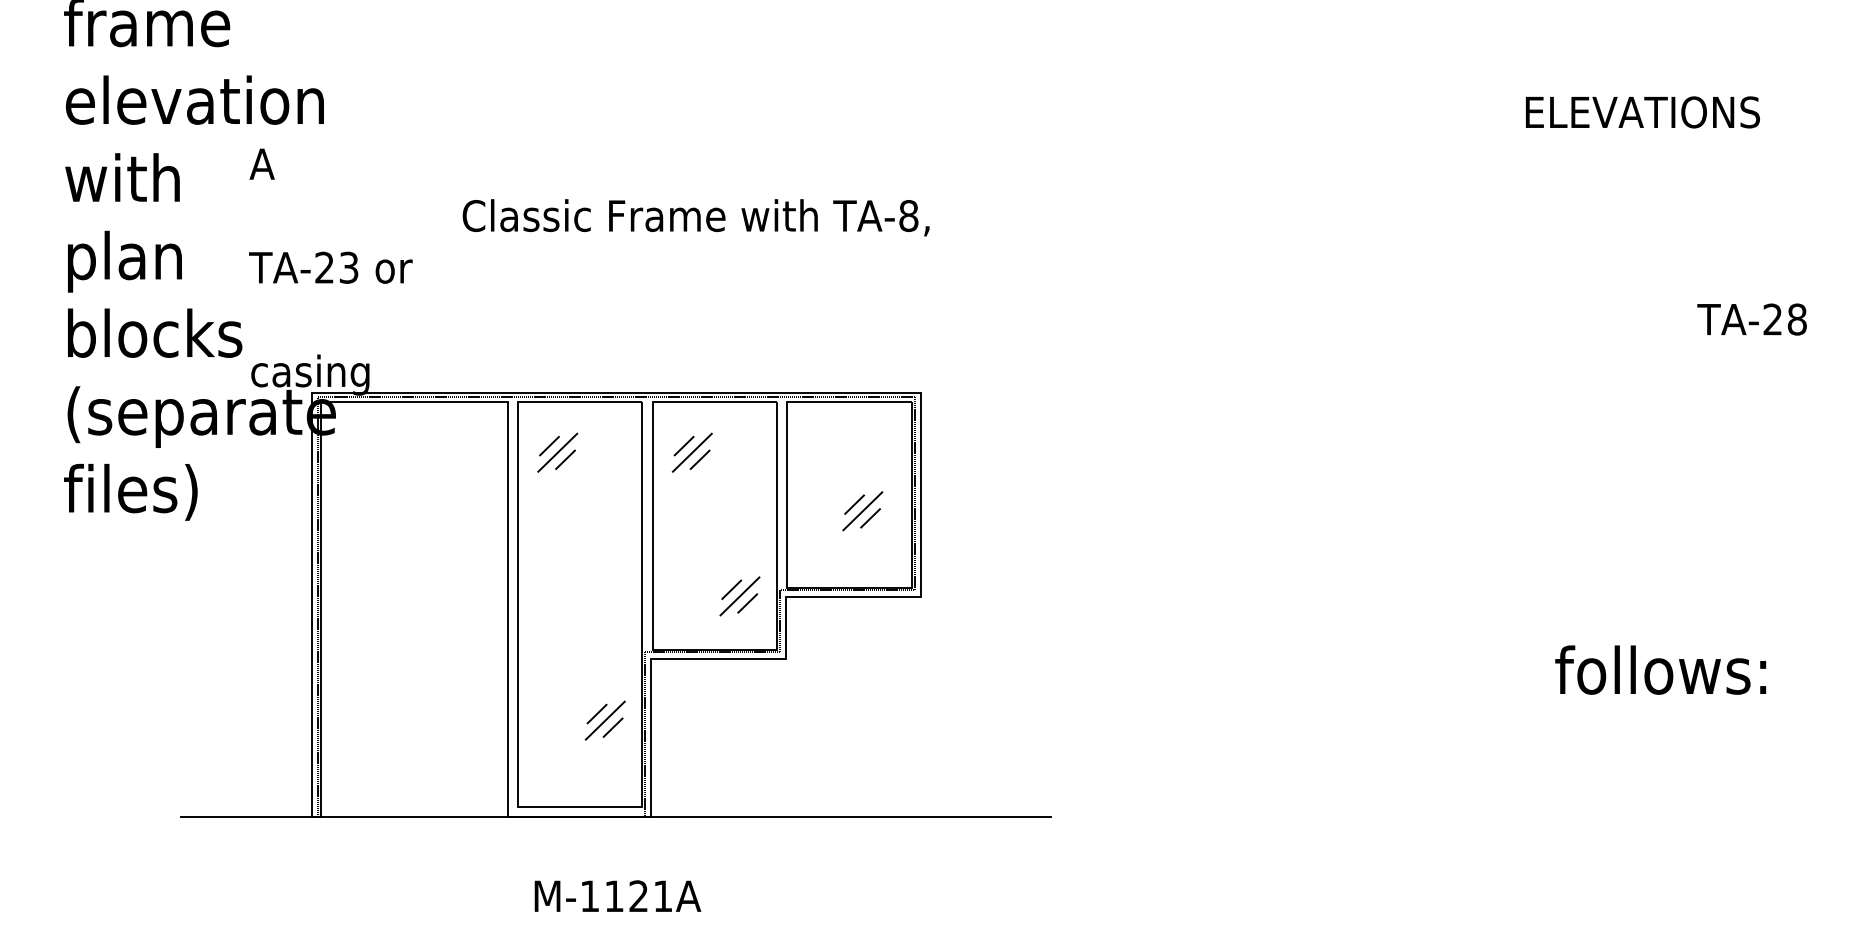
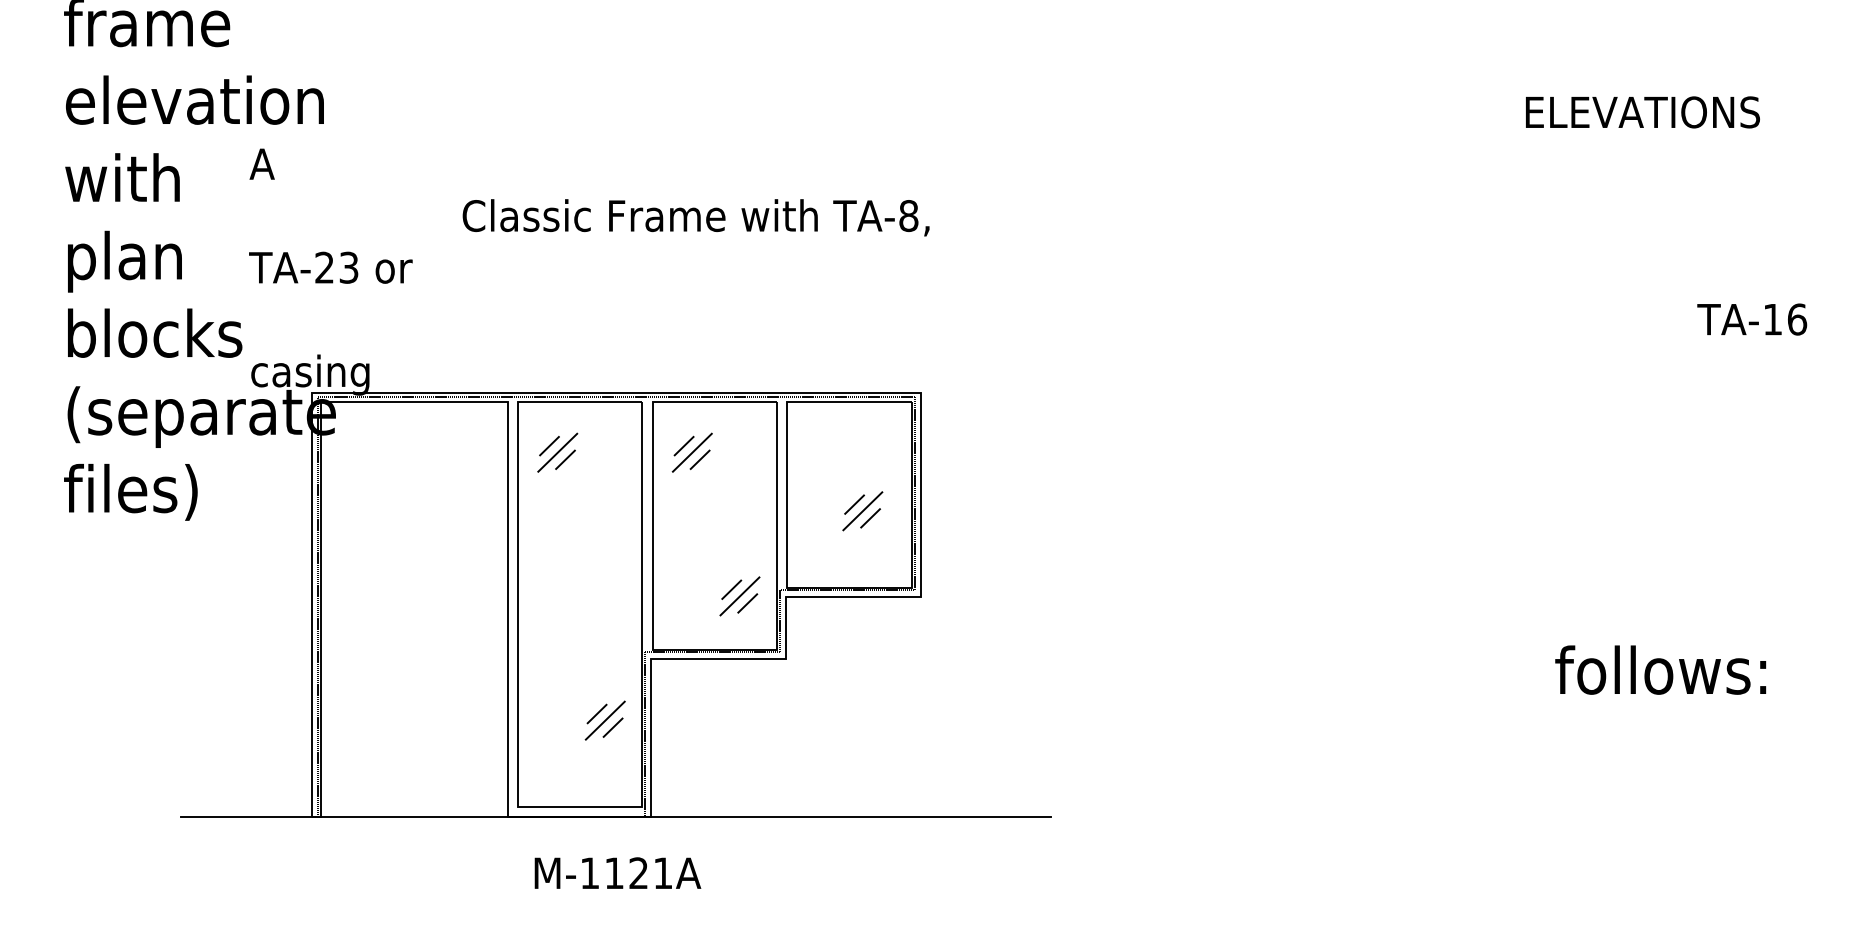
text at (1785, 319): TA-28 -> TA-16
text at (617, 895) position: (617, 895) -> (617, 872)
